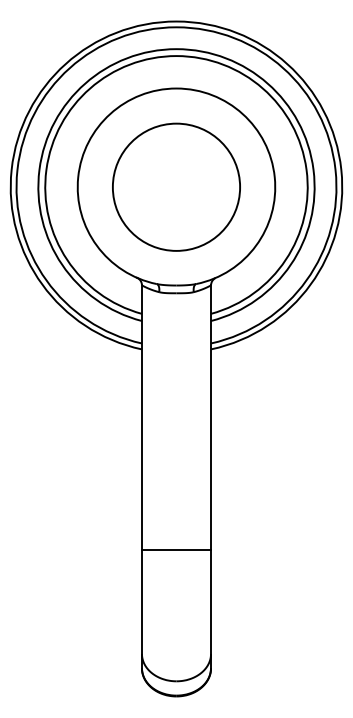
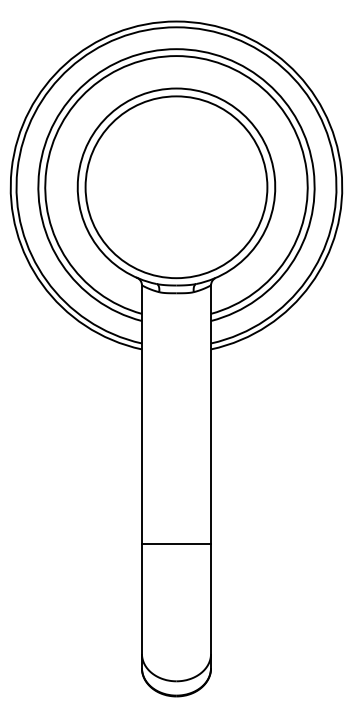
circle at (176, 186) diameter: 127 px -> 182 px
line at (176, 550) position: (176, 550) -> (176, 544)
